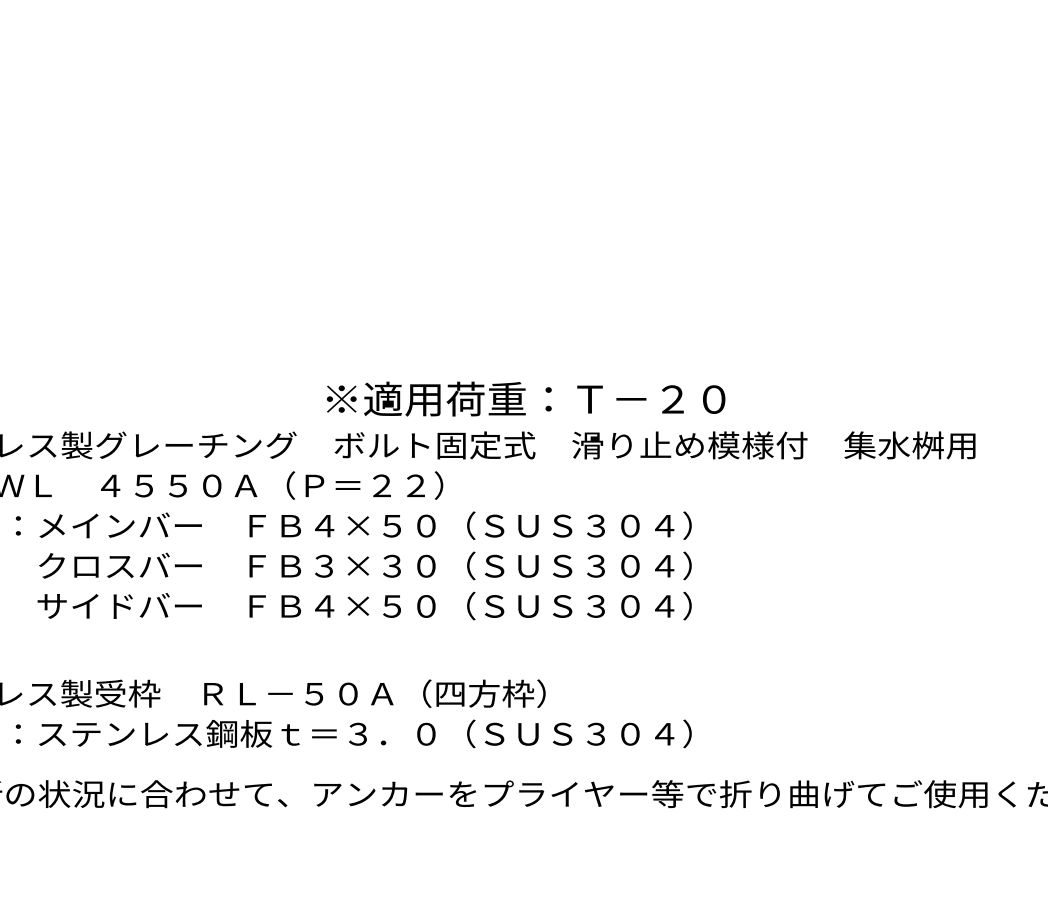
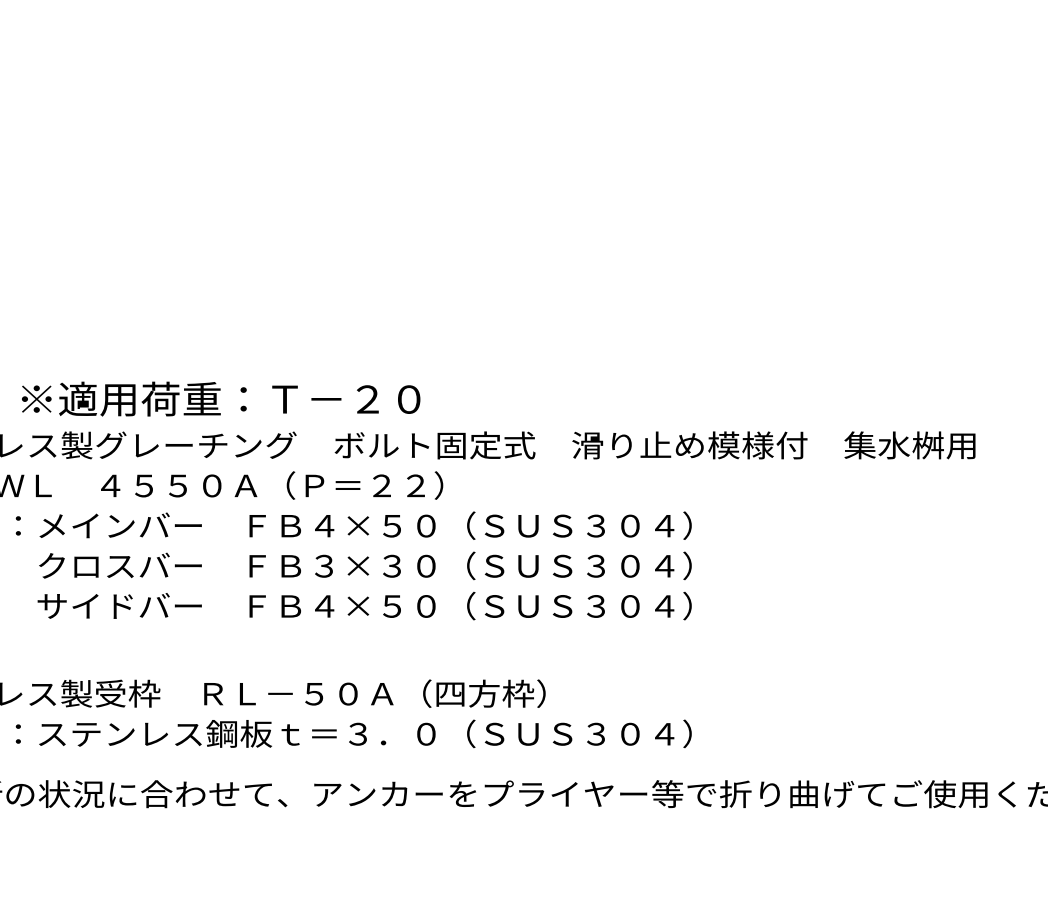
text at (526, 398) position: (526, 398) -> (221, 398)
